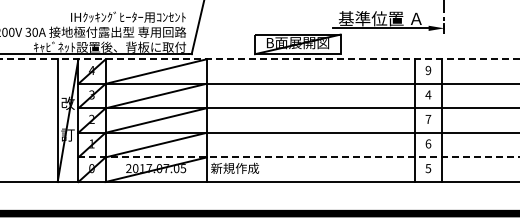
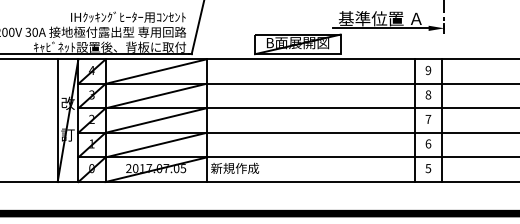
line at (259, 59): dashed -> solid
text at (428, 94): 4 -> 8
line at (299, 157): dashed -> solid
